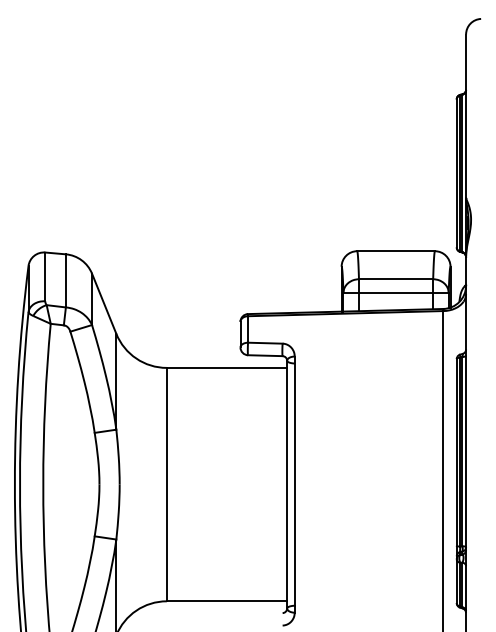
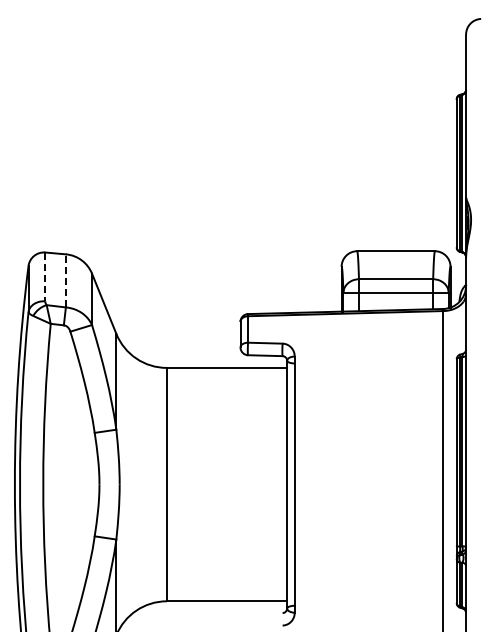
line at (45, 277): solid -> dashed
line at (65, 280): solid -> dashed
